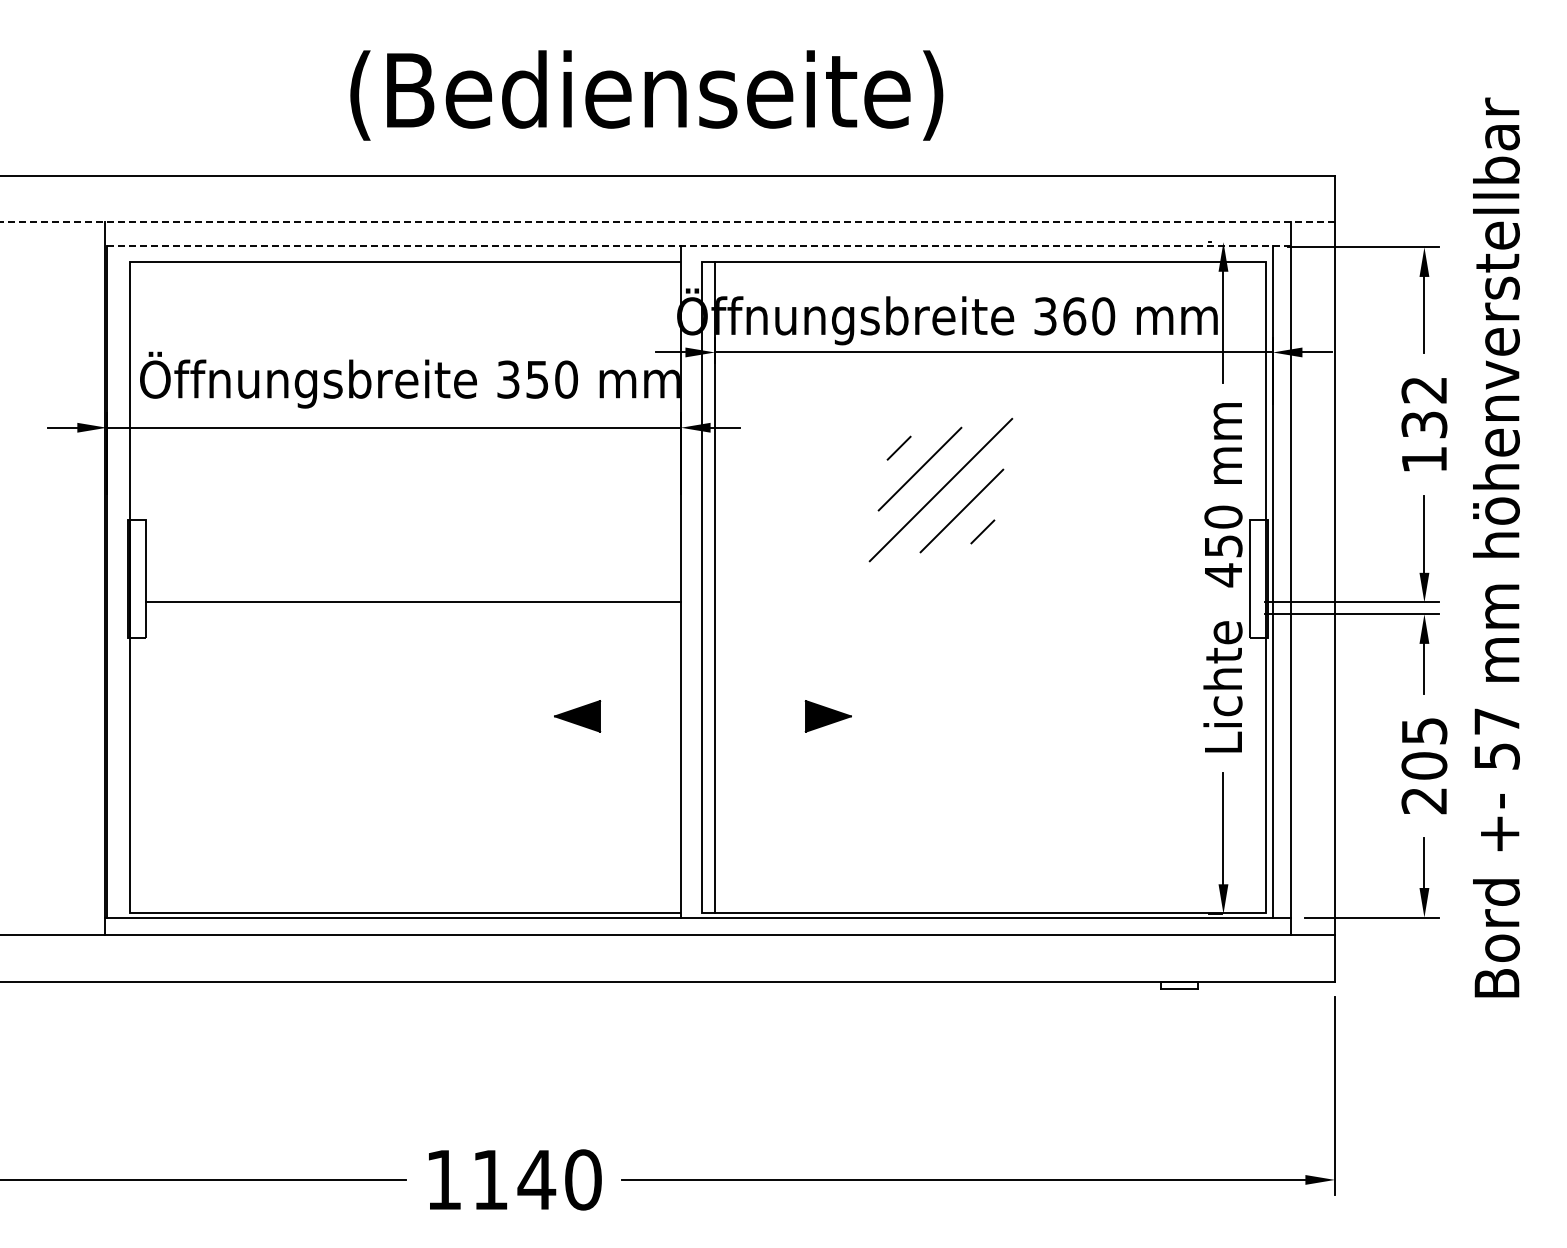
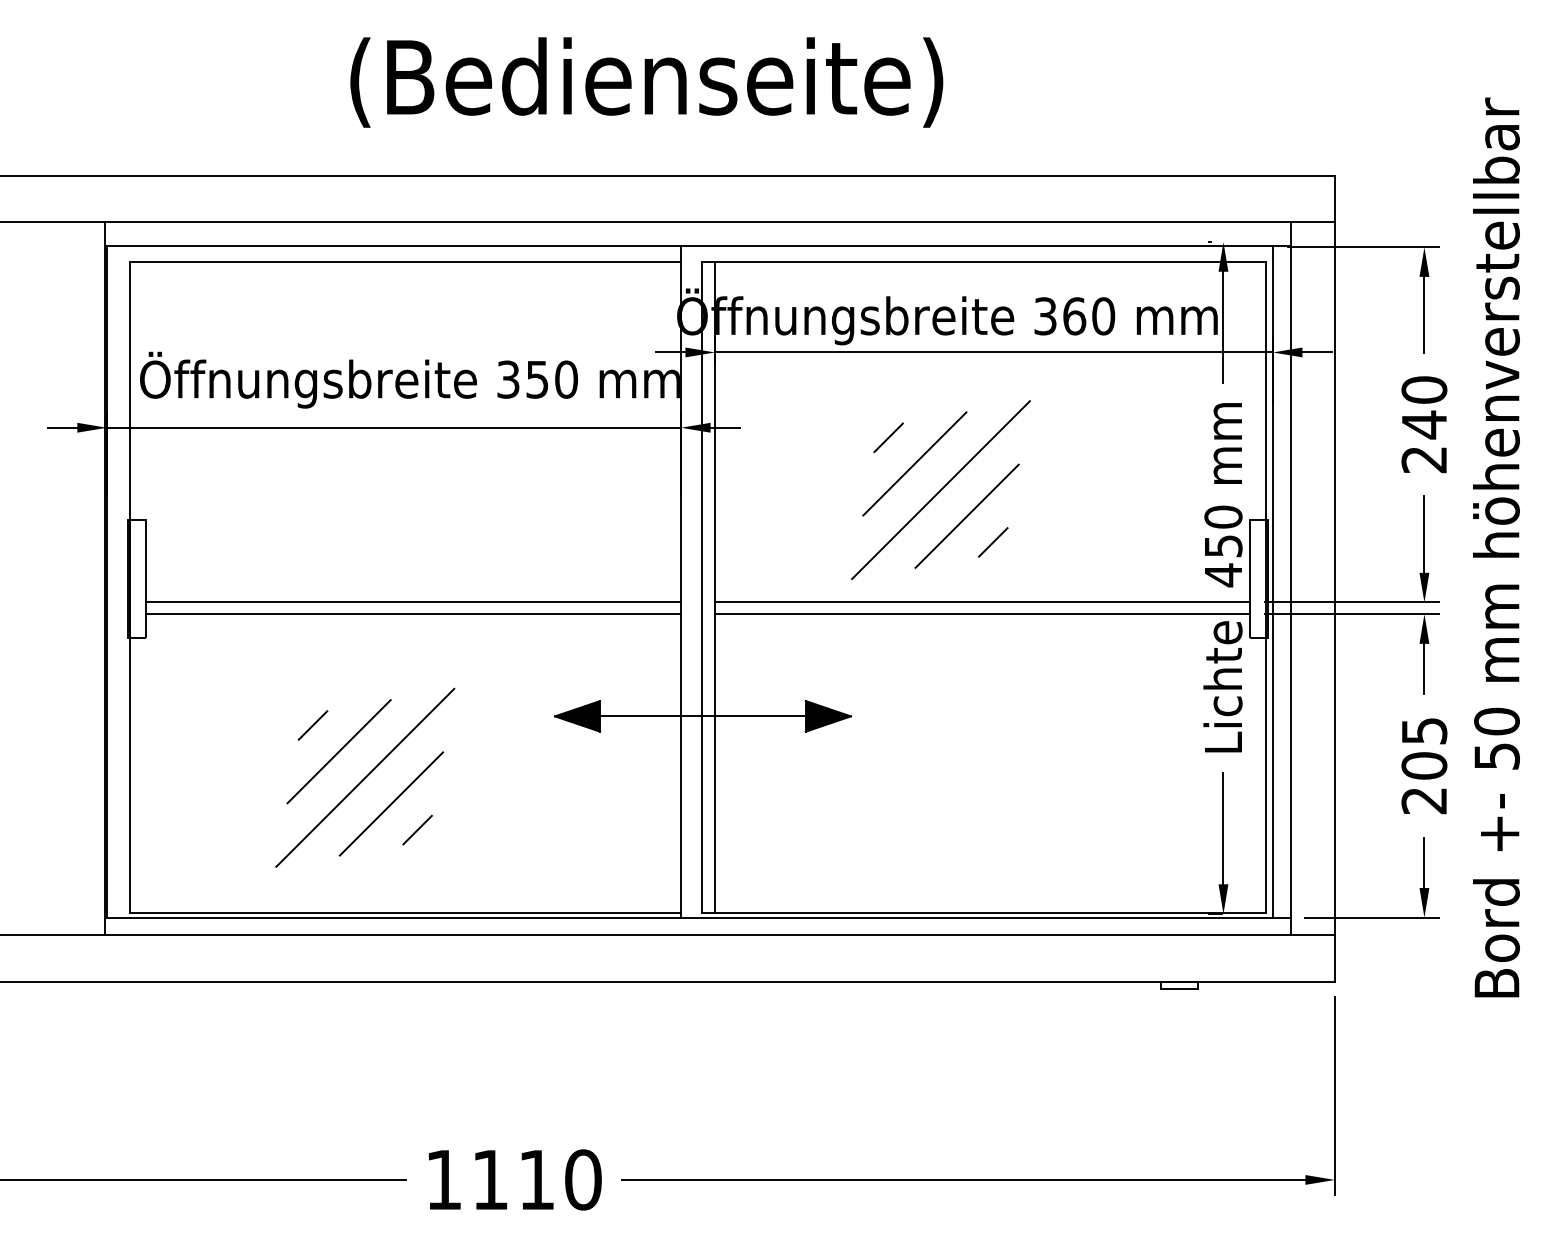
text at (646, 95) position: (646, 95) -> (646, 82)
line at (667, 222): dashed -> solid
line at (698, 245): dashed -> solid
text at (1424, 424): 132 -> 240
part at (940, 489) size: 146x146 px -> 180x180 px
line at (982, 602): none -> present
line at (413, 614): none -> present
line at (982, 614): none -> present
line at (702, 716): none -> present
text at (1496, 721): 57 -> 50
part at (365, 777): none -> present
text at (536, 1179): 1140 -> 1110
